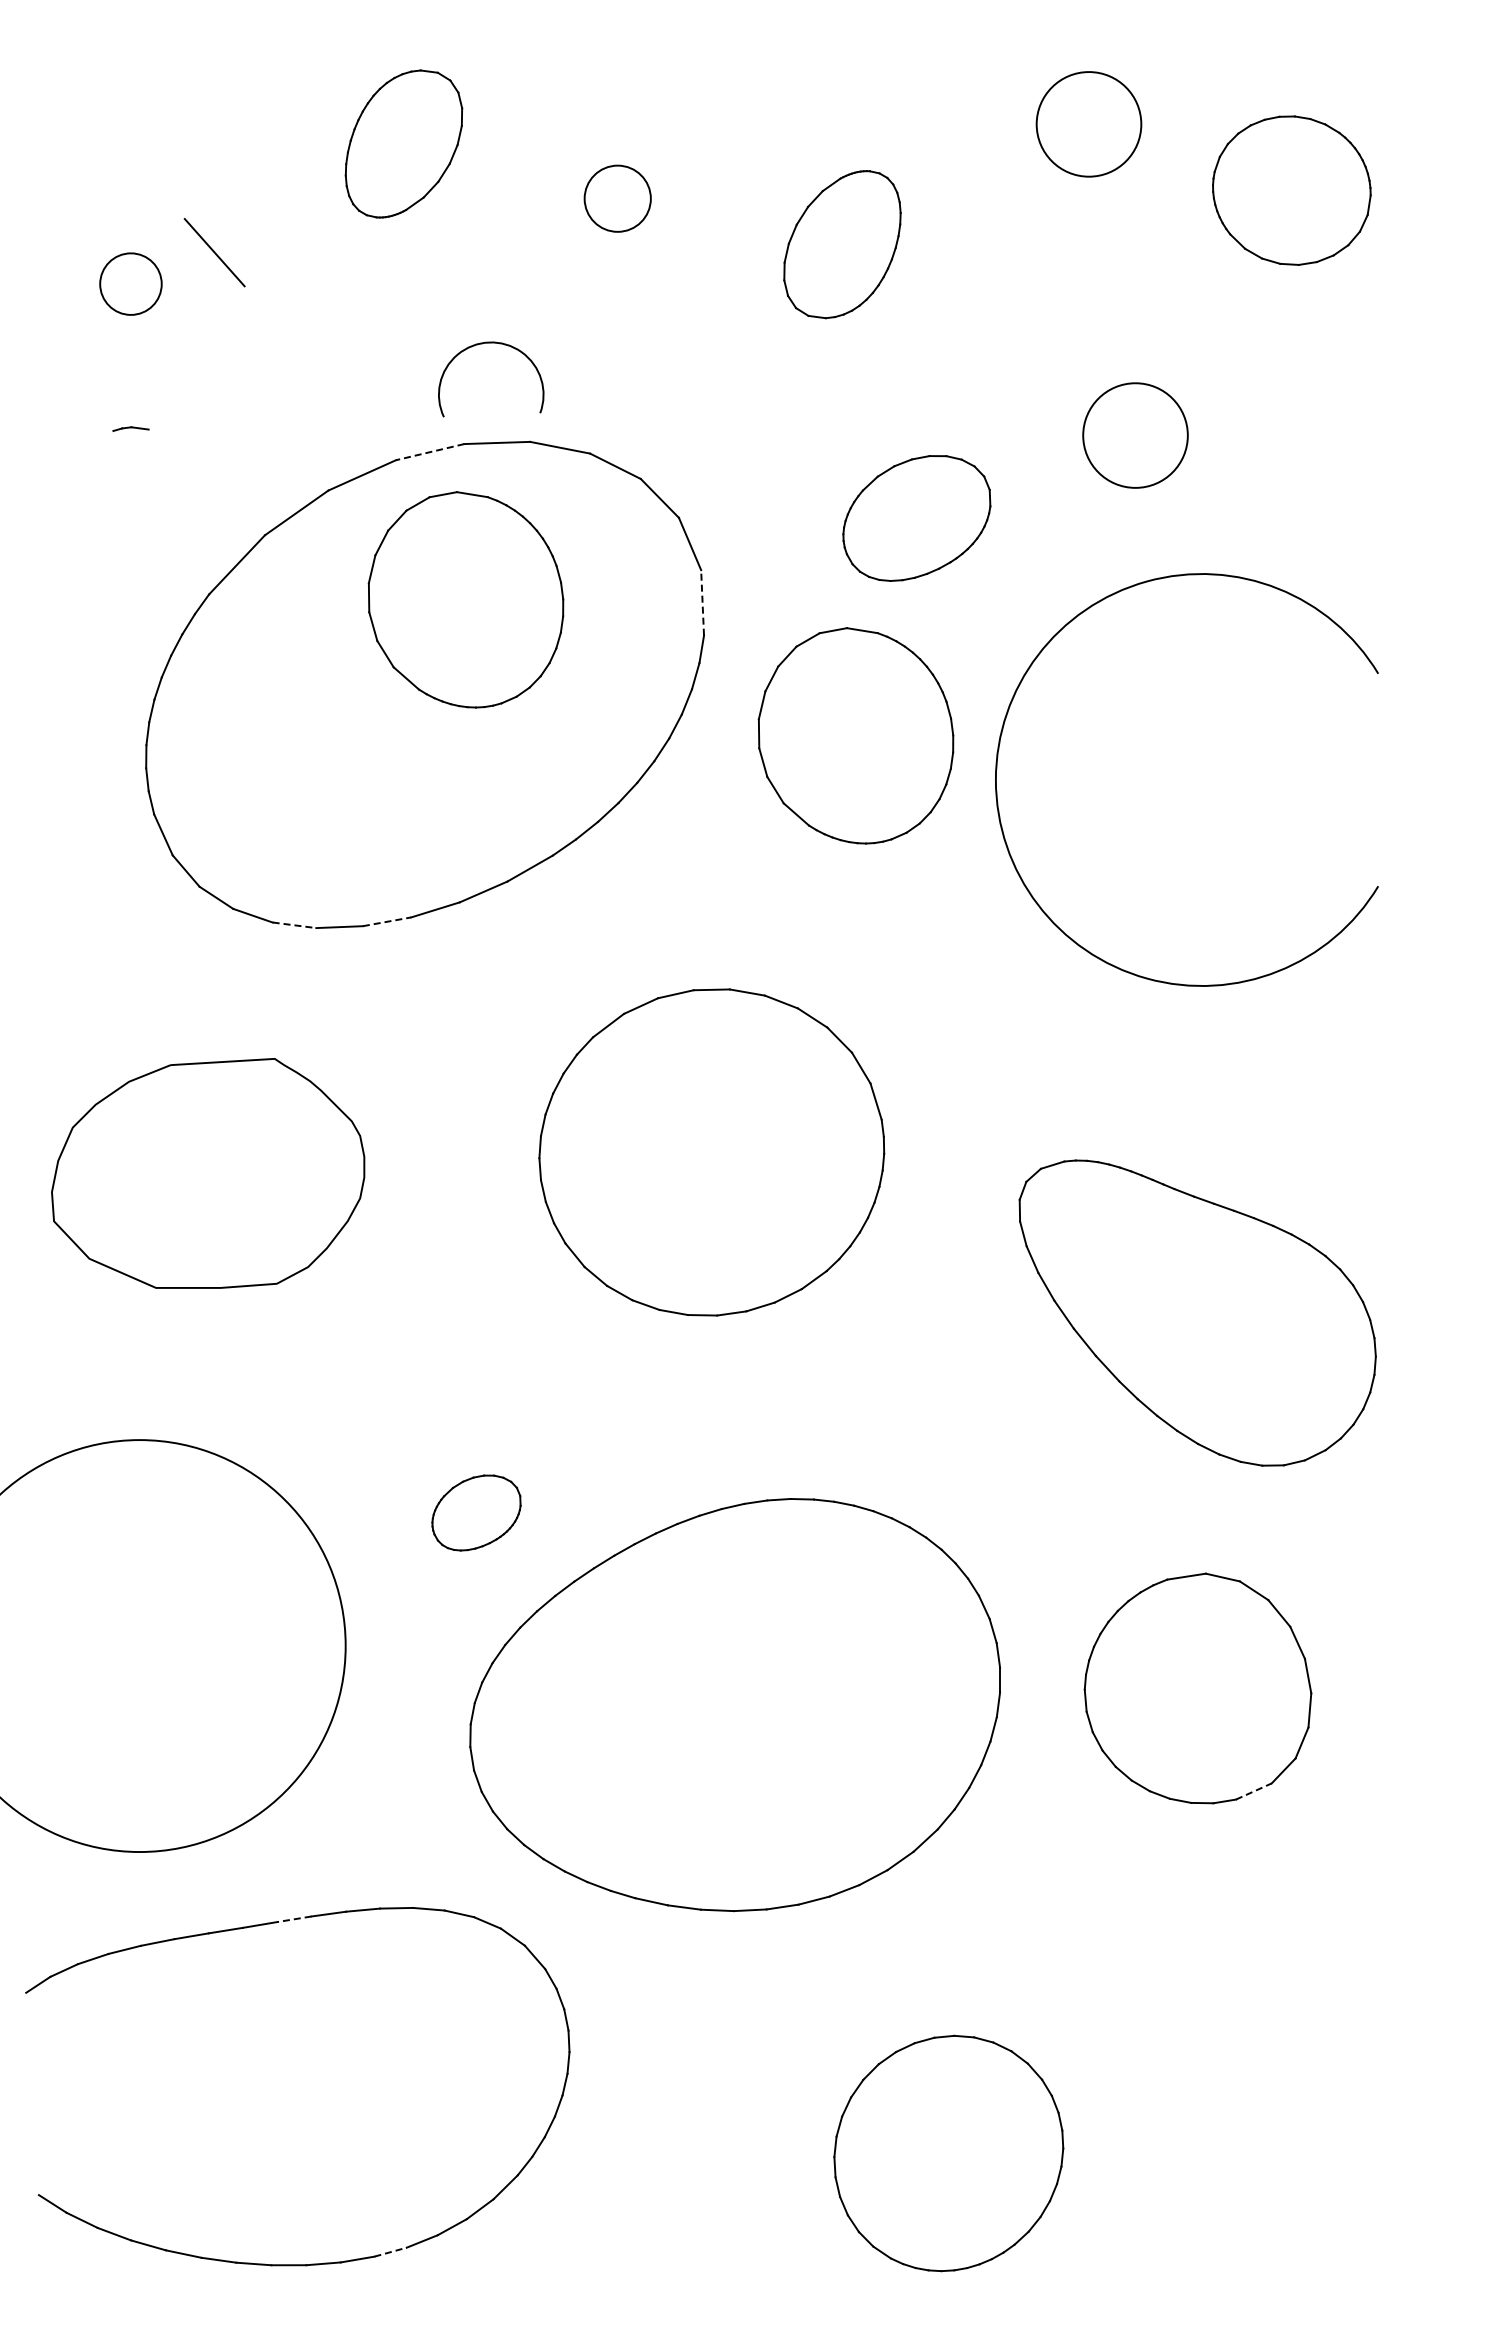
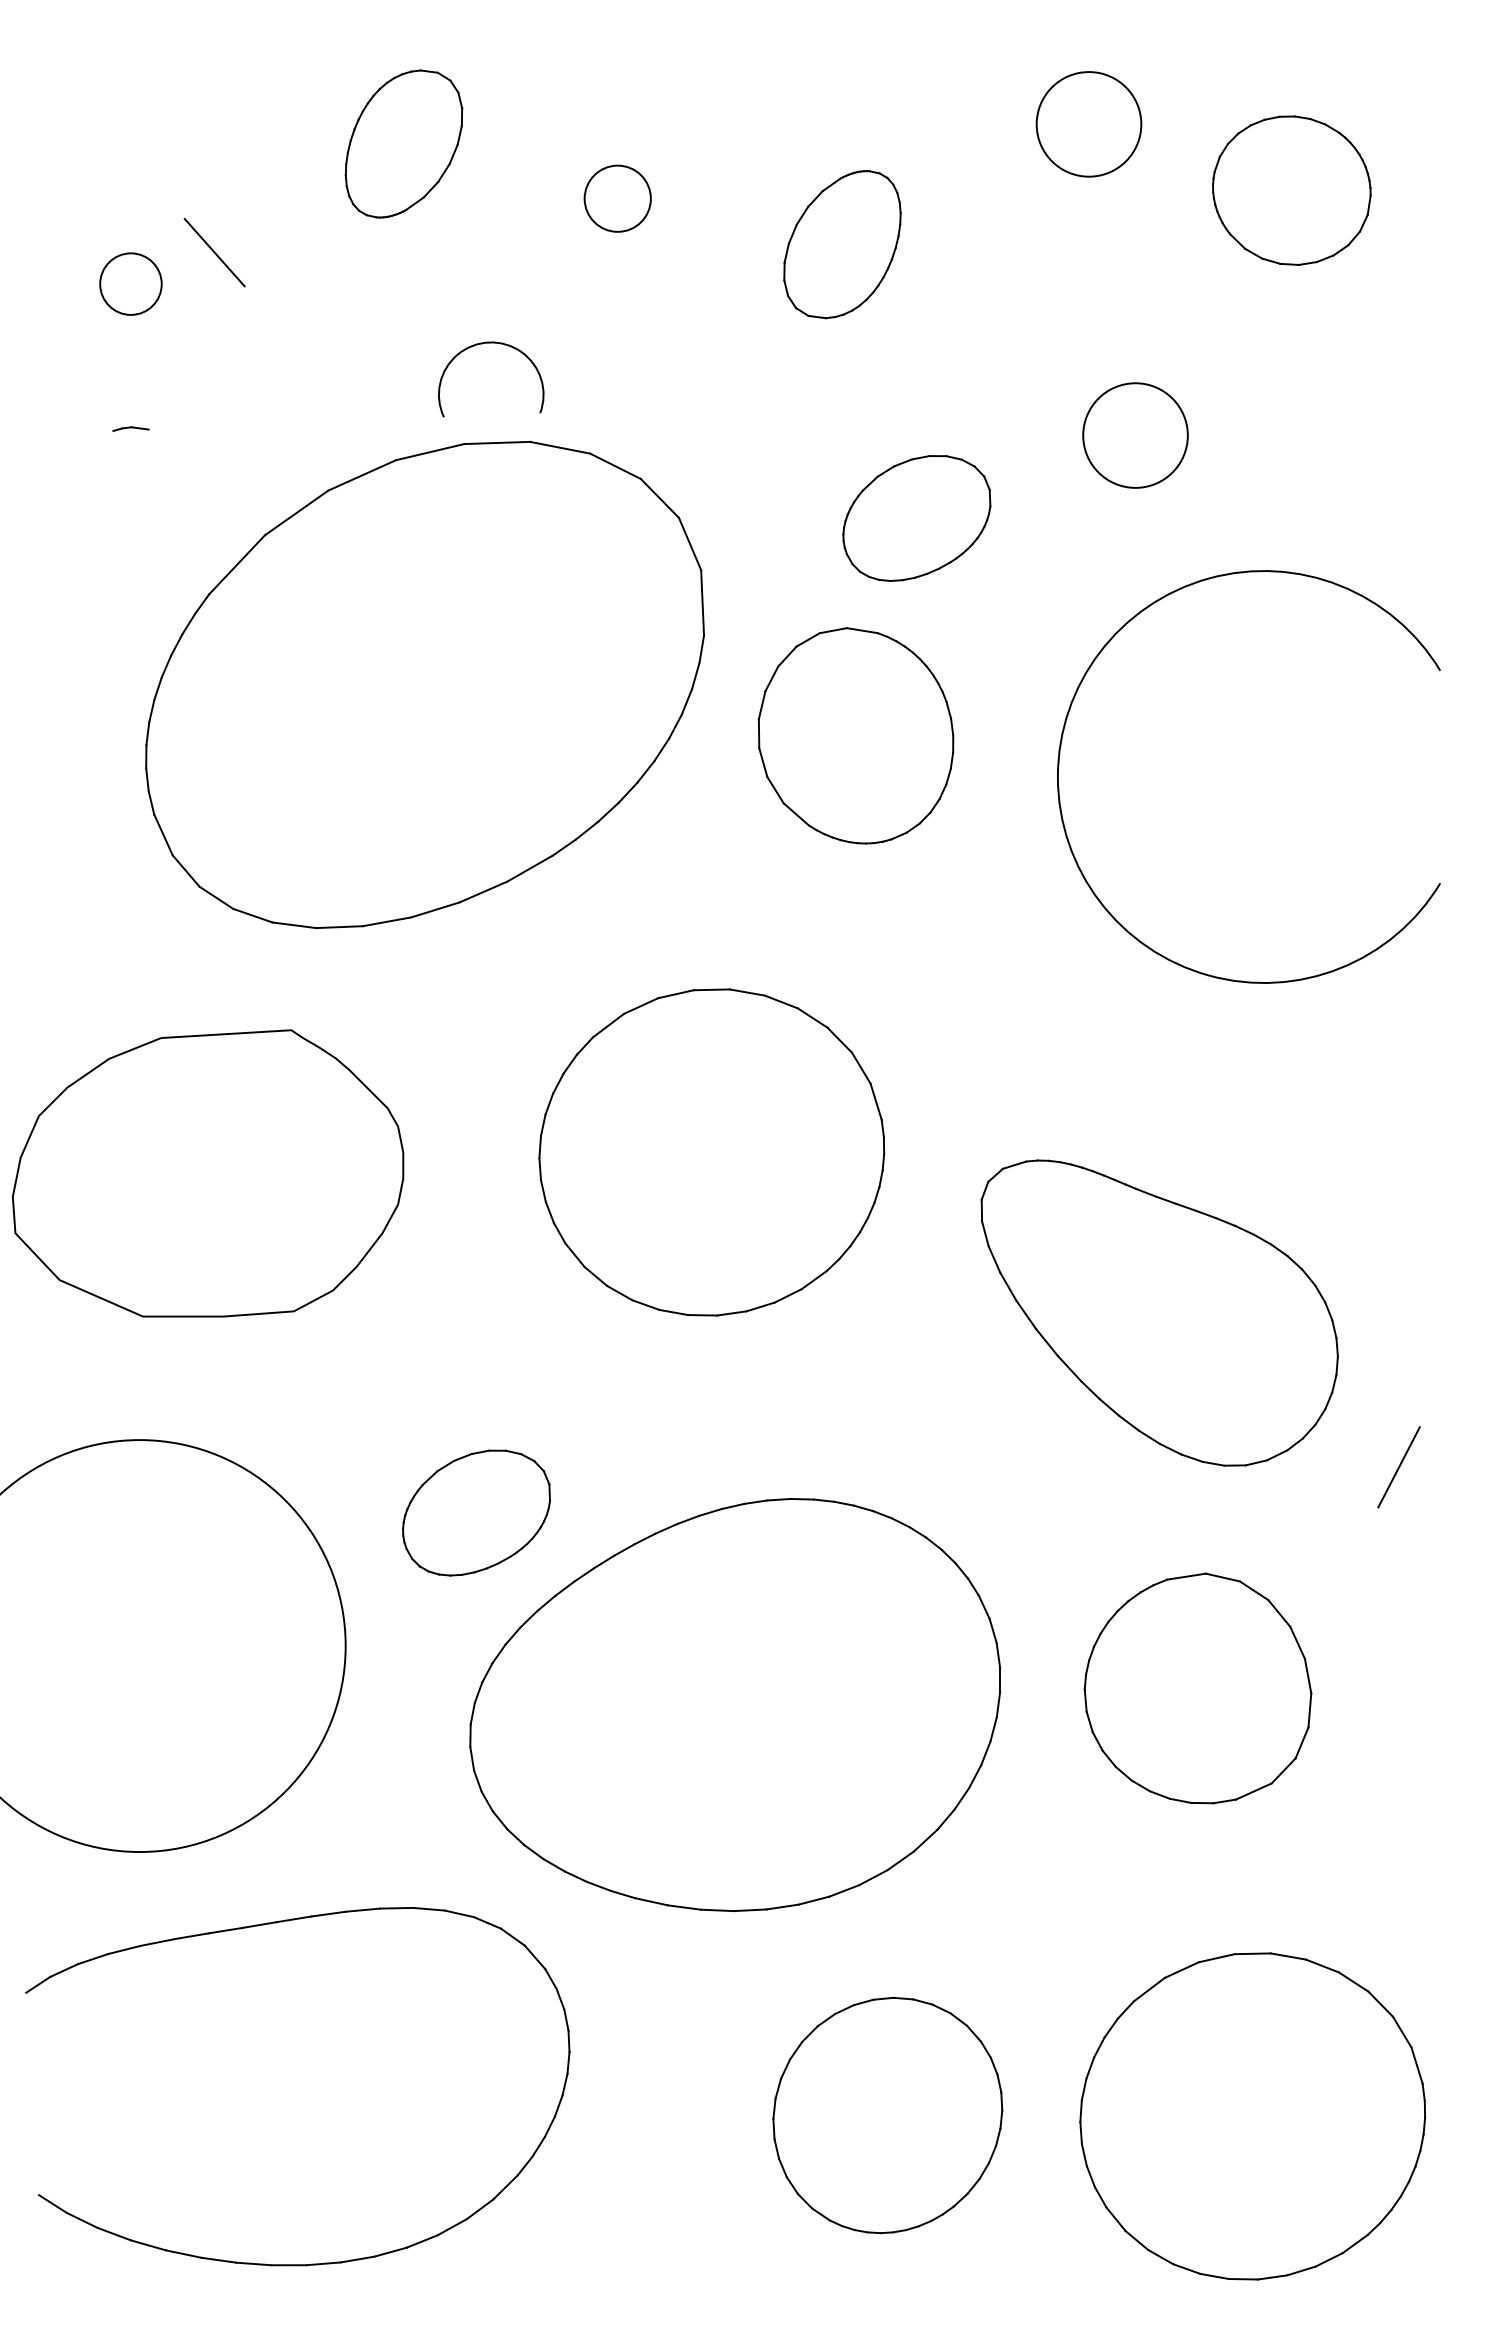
line at (429, 452): dashed -> solid
part at (465, 599): present -> none
line at (702, 602): dashed -> solid
arc at (997, 769) position: (997, 769) -> (1059, 766)
line at (387, 921): dashed -> solid
line at (294, 925): dashed -> solid
part at (208, 1173) size: 315x231 px -> 393x289 px
part at (1197, 1312) position: (1197, 1312) -> (1159, 1312)
line at (1398, 1467): none -> present
part at (476, 1512) size: 91x78 px -> 149x128 px
line at (1253, 1791): dashed -> solid
line at (294, 1919): dashed -> solid
part at (1252, 2116): none -> present
part at (948, 2153) position: (948, 2153) -> (887, 2115)
line at (390, 2252): dashed -> solid
